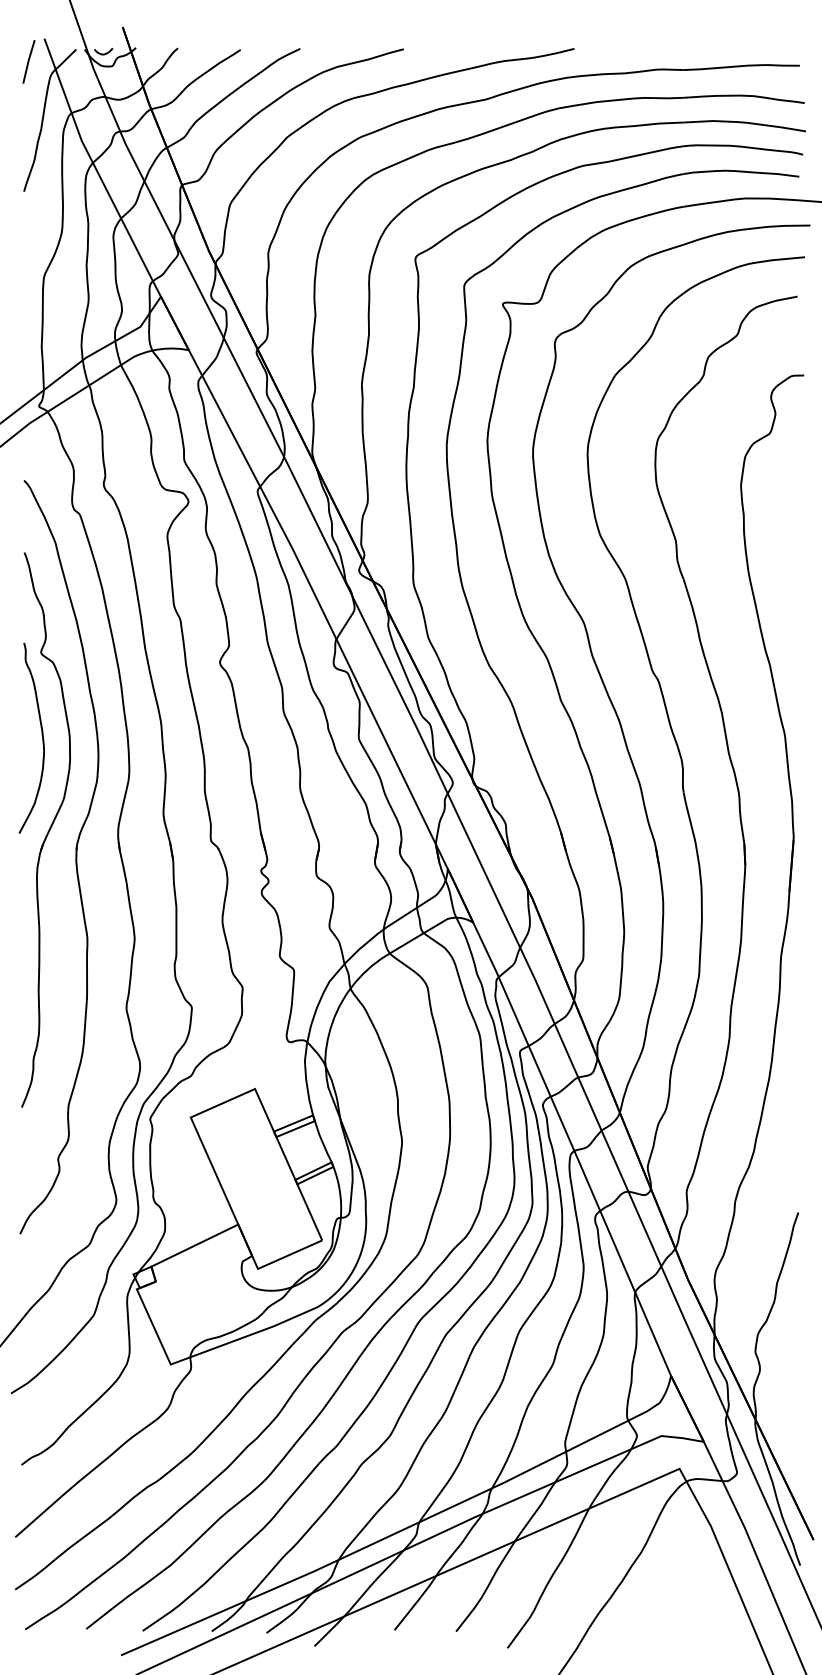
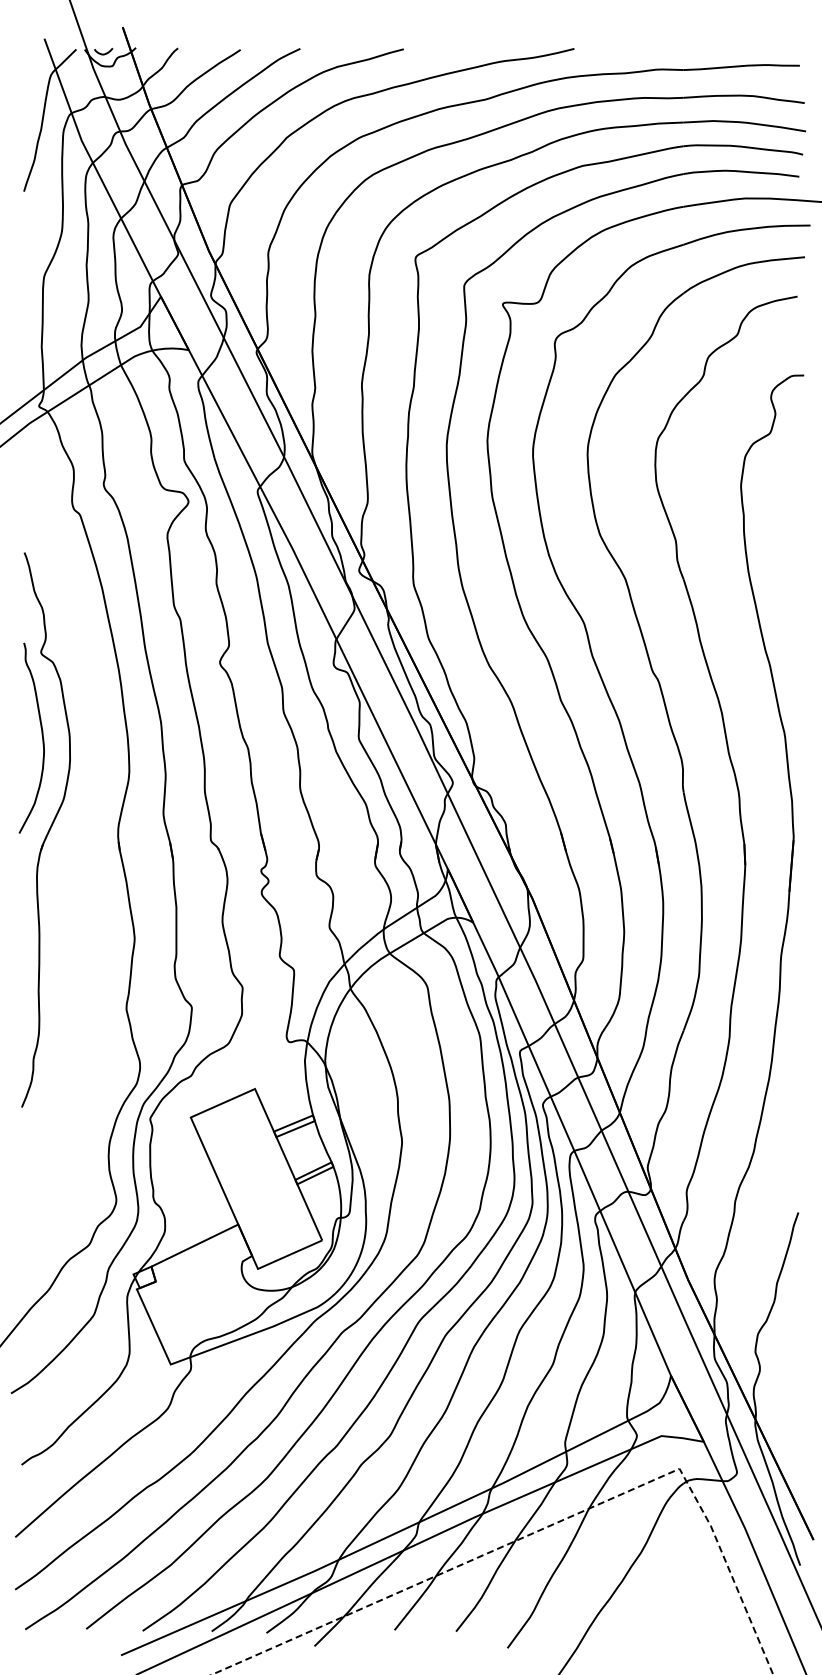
line at (28, 61): present -> none
part at (75, 857): present -> none
line at (550, 1525): solid -> dashed
